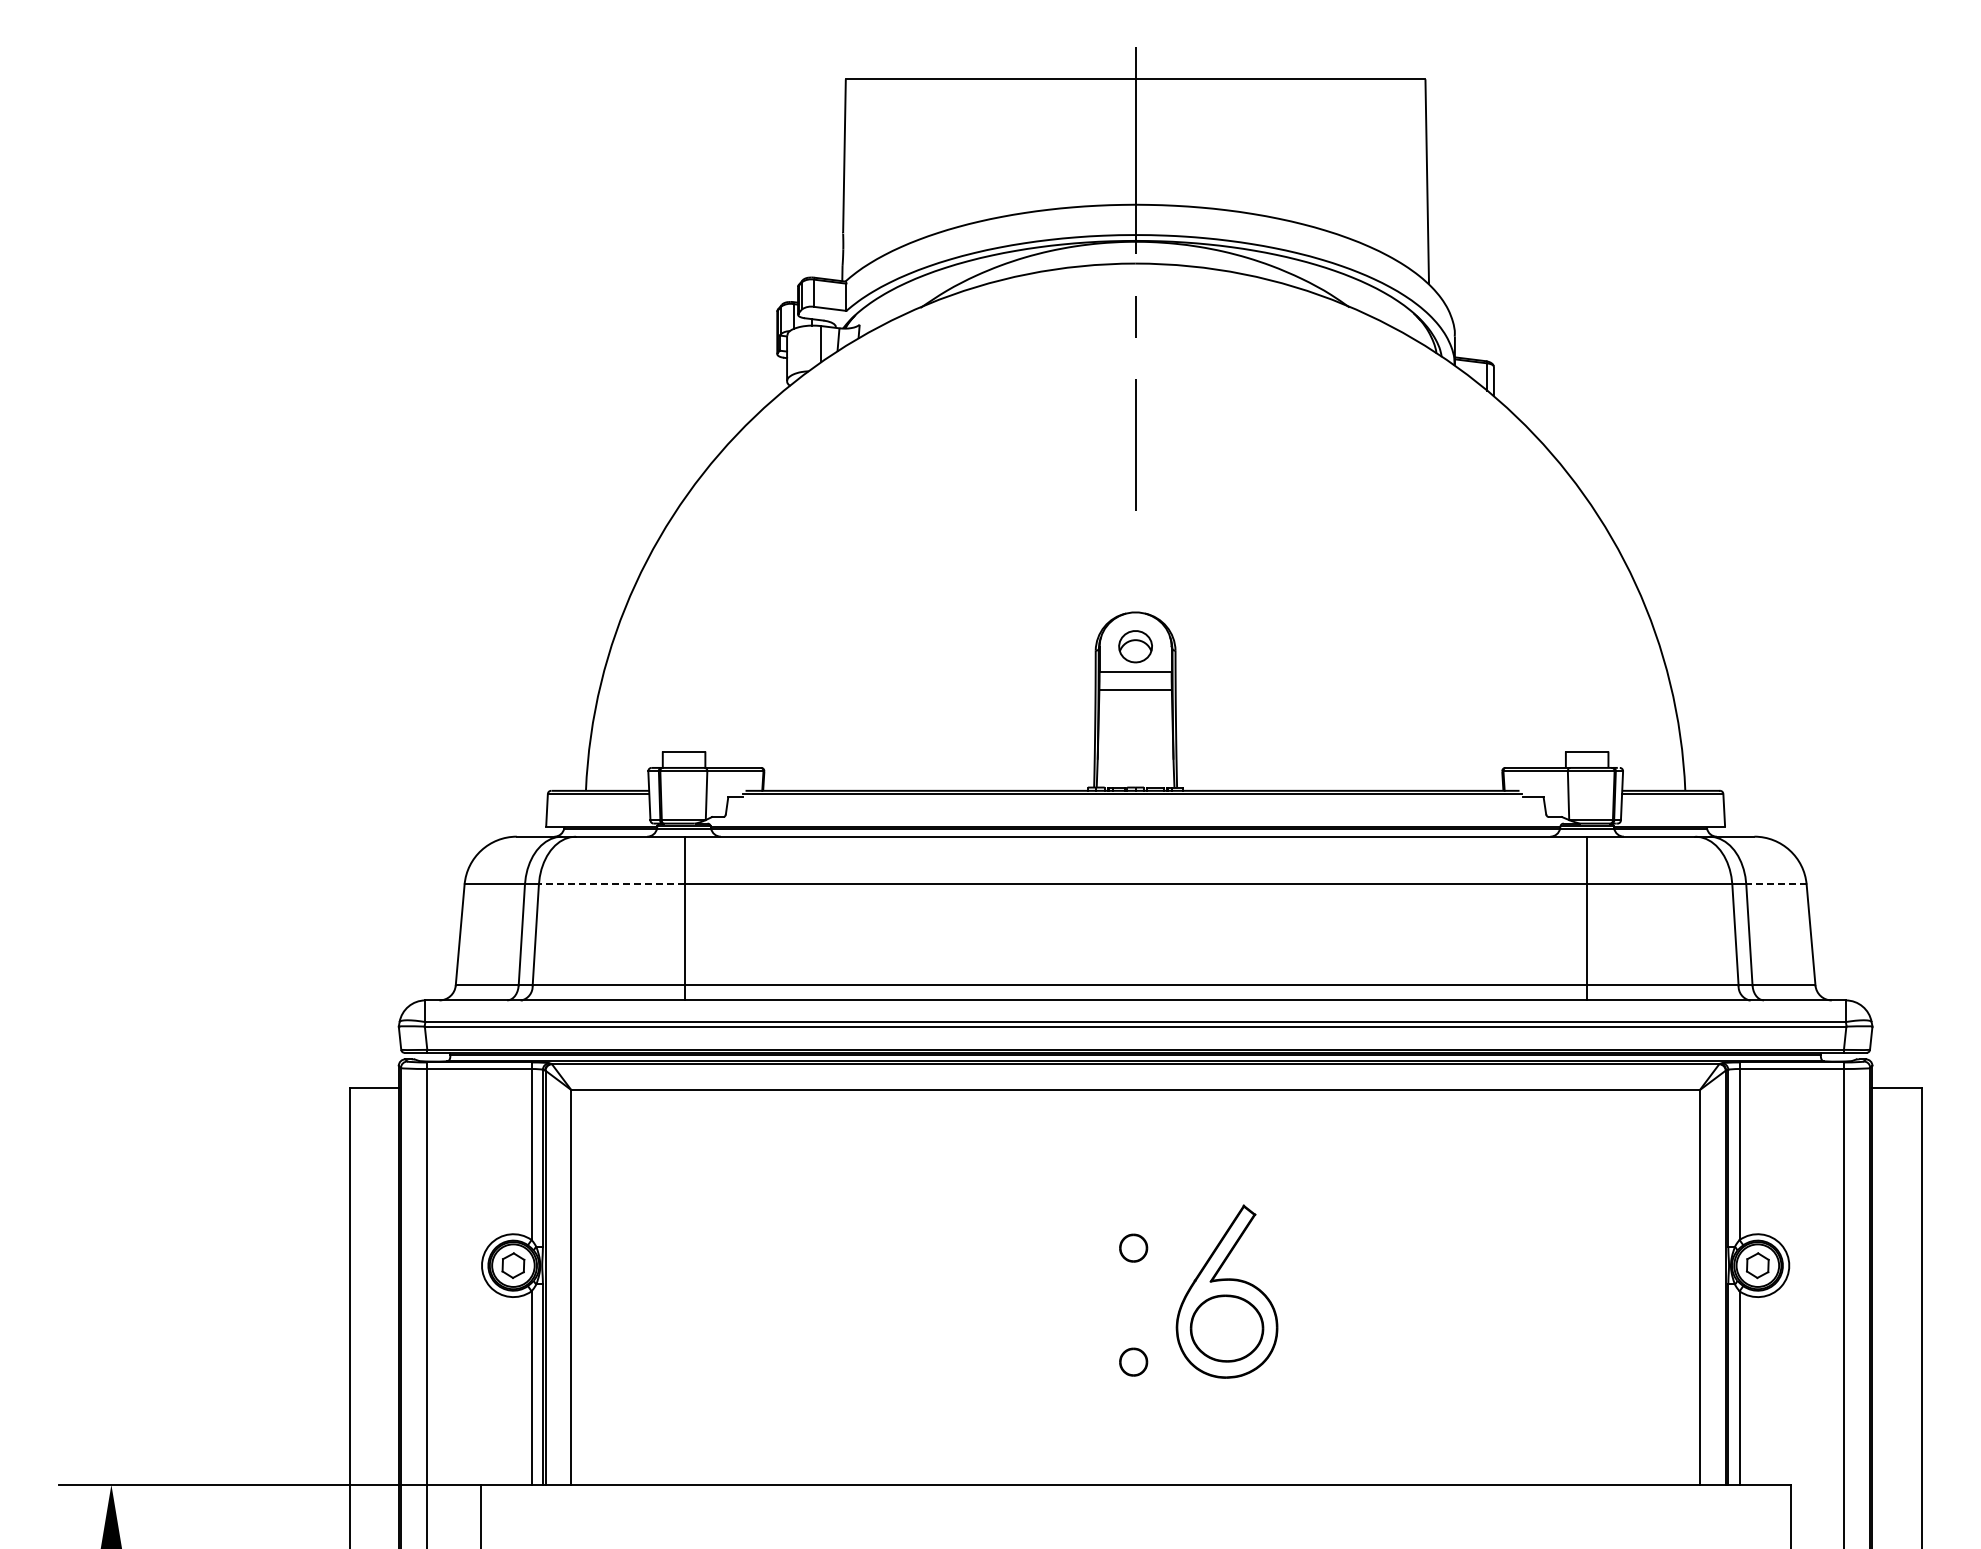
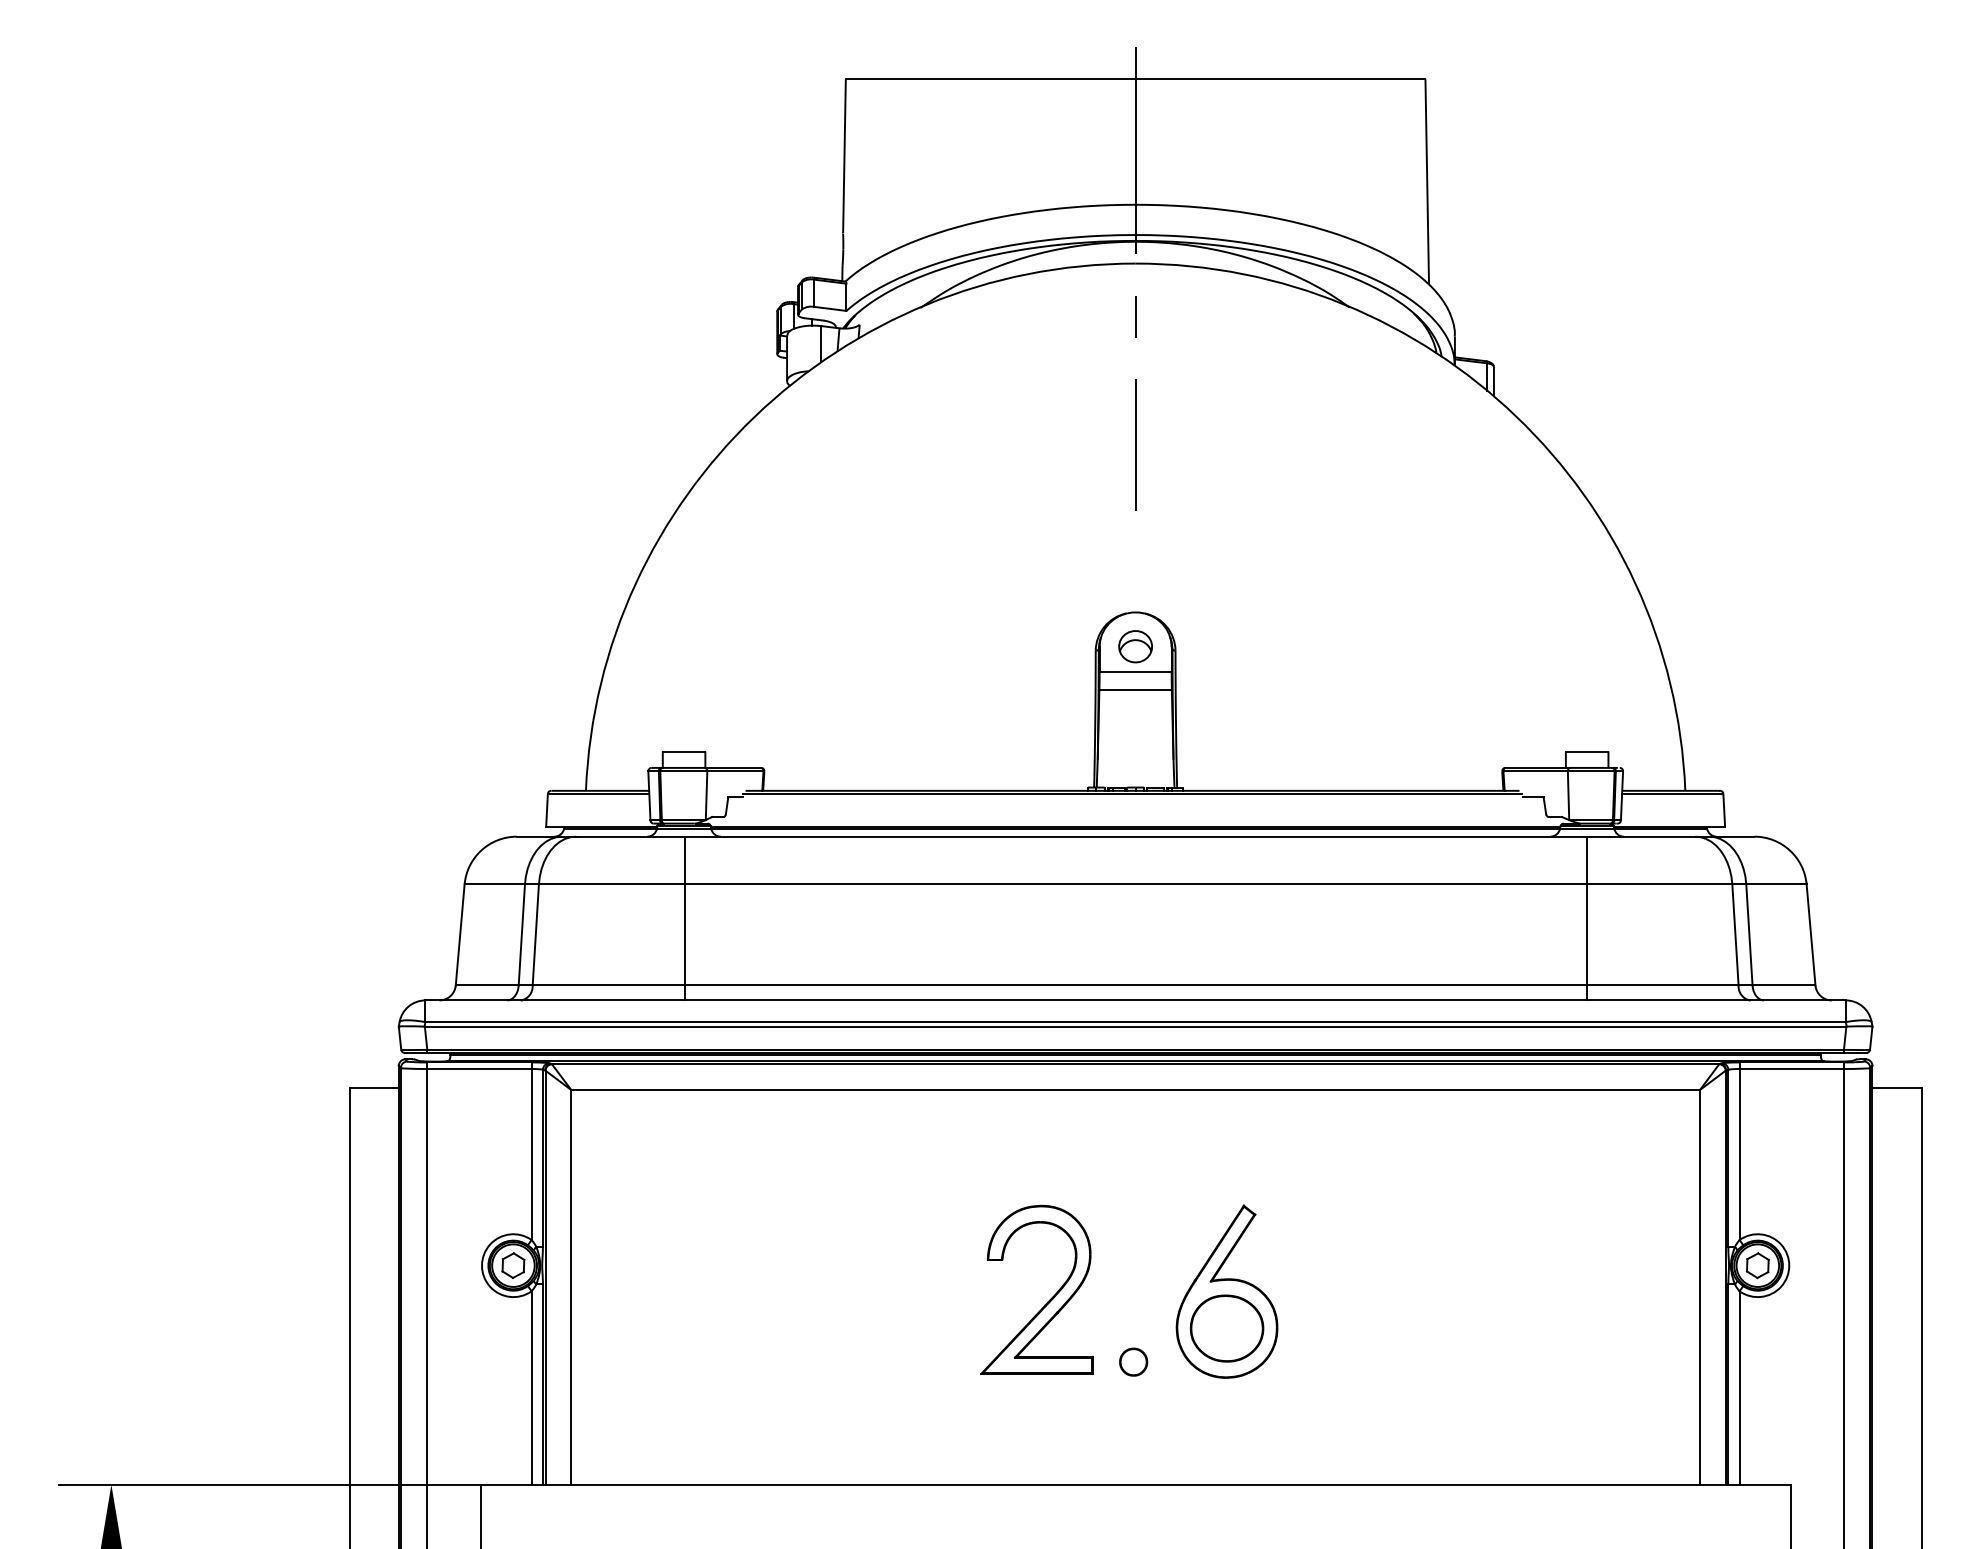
line at (611, 884): dashed -> solid
line at (1775, 884): dashed -> solid
part at (1133, 1247): present -> none
part at (1048, 1300): none -> present
